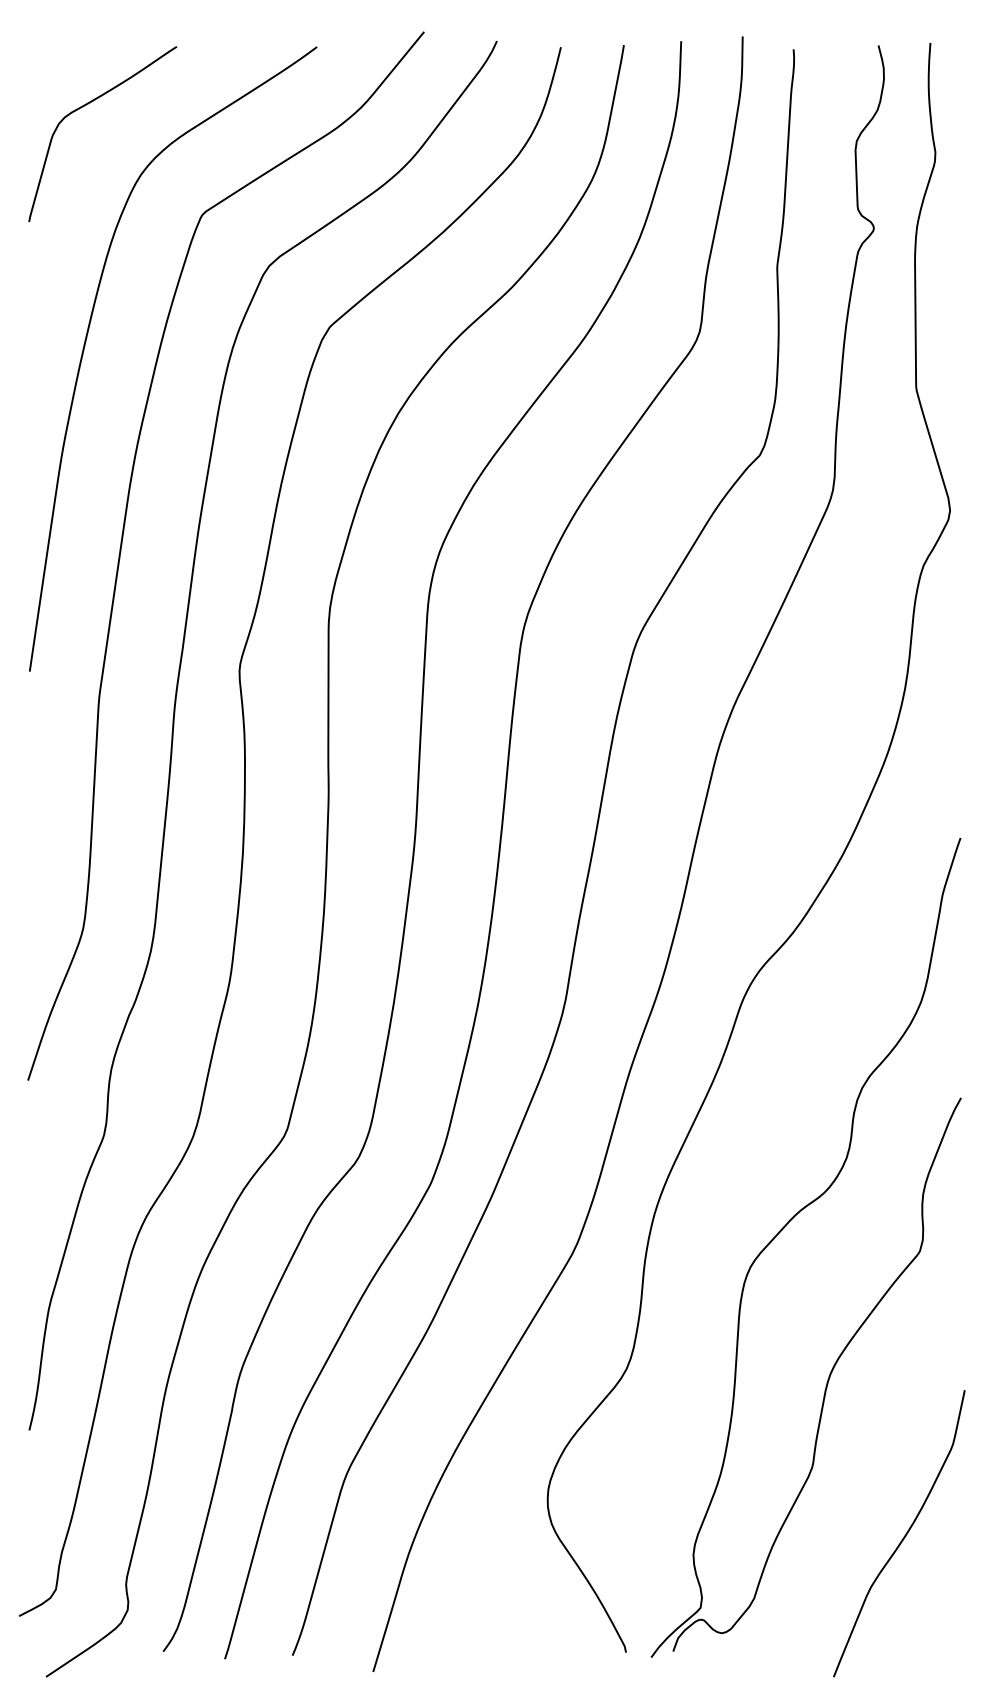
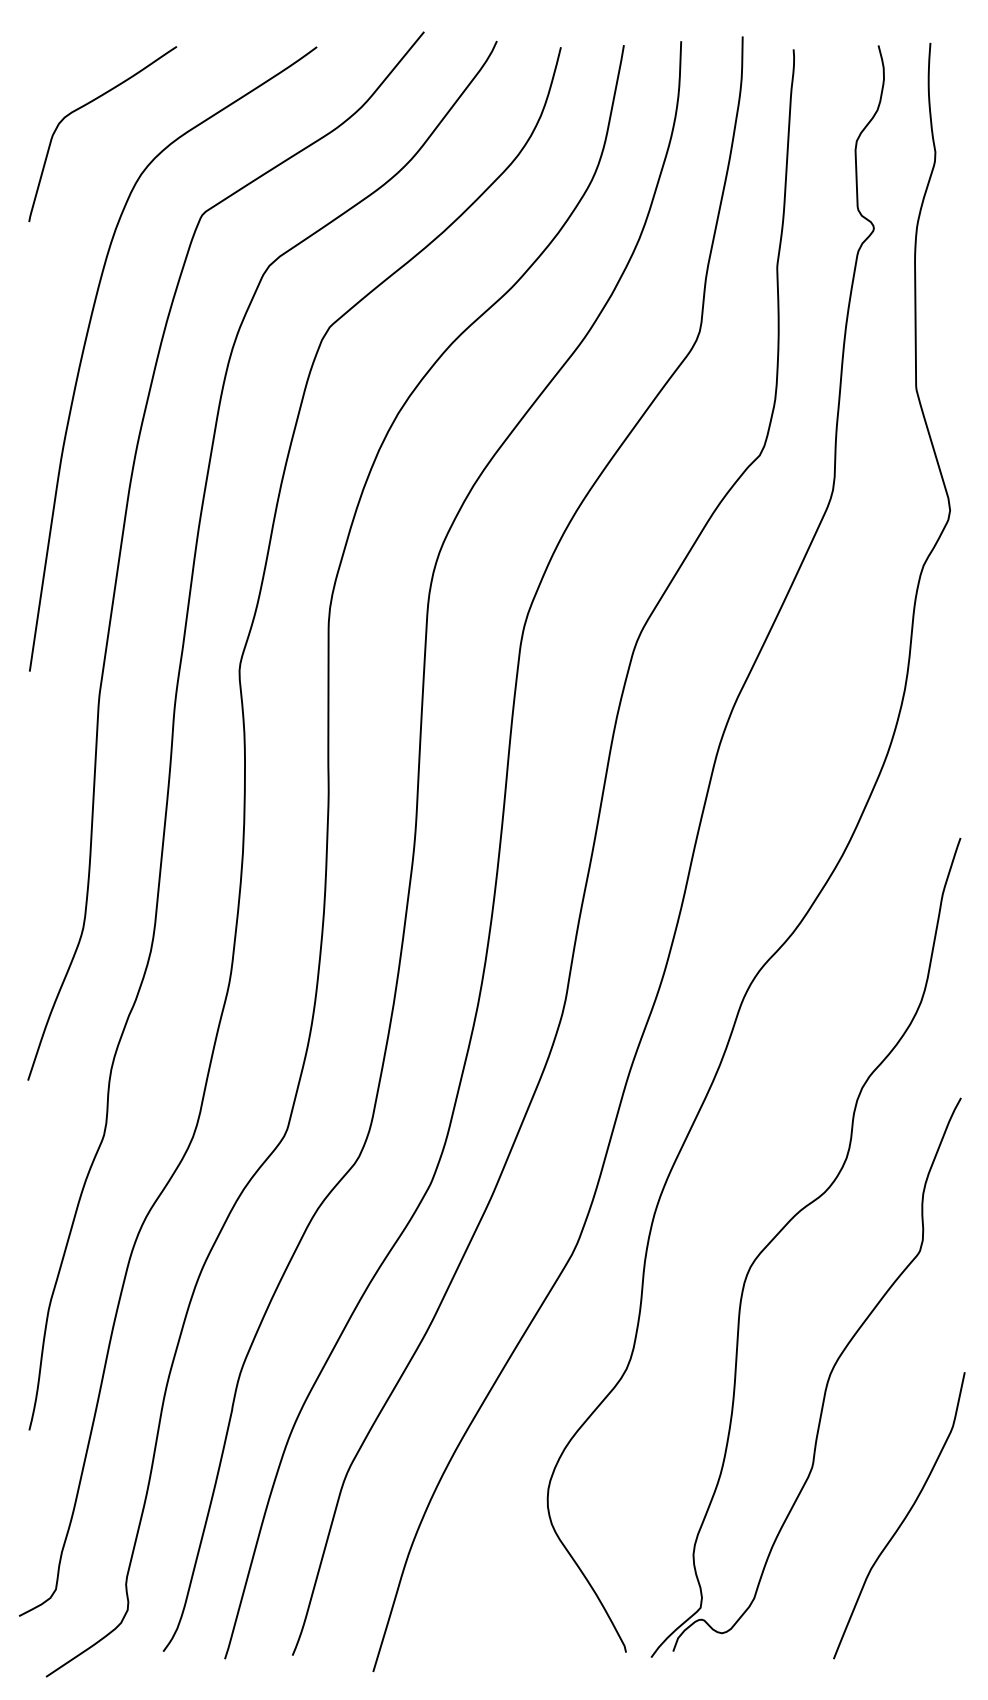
curve at (903, 1536) position: (903, 1536) -> (903, 1518)
